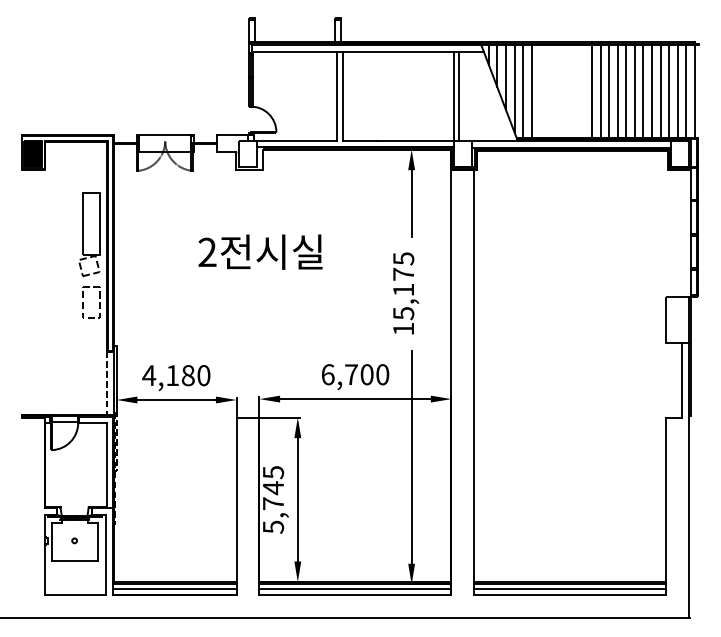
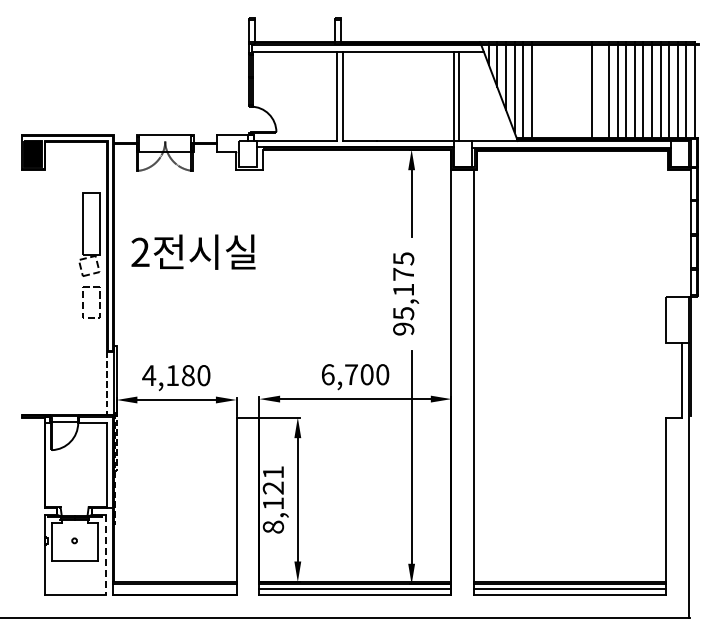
line at (600, 90): present -> none
text at (260, 251) position: (260, 251) -> (193, 251)
text at (403, 328): 15,175 -> 95,175
text at (273, 499): 5,745 -> 8,121
line at (106, 555): solid -> dashed
line at (174, 588): present -> none
